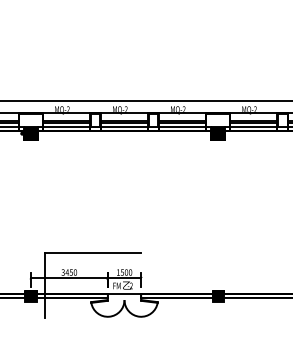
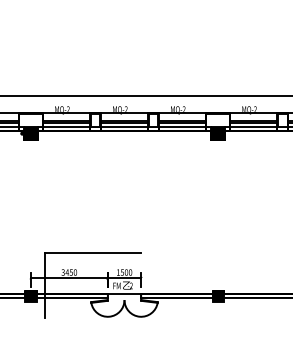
line at (145, 100) position: (145, 100) -> (145, 95)
